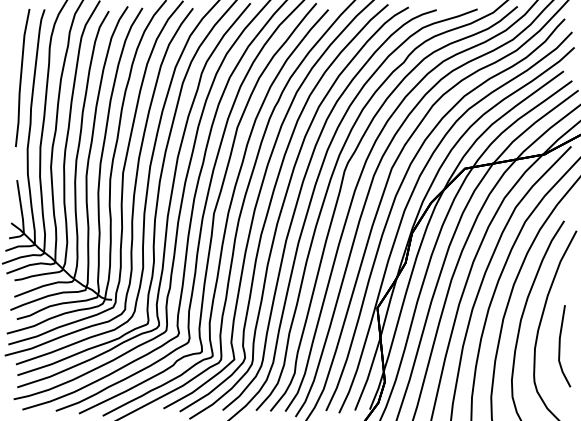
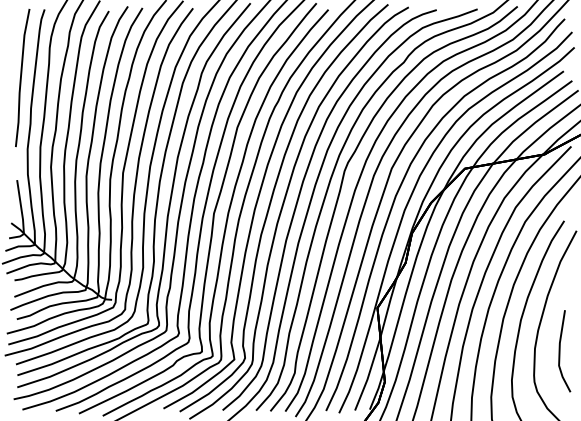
line at (560, 346) position: (560, 346) -> (560, 351)
